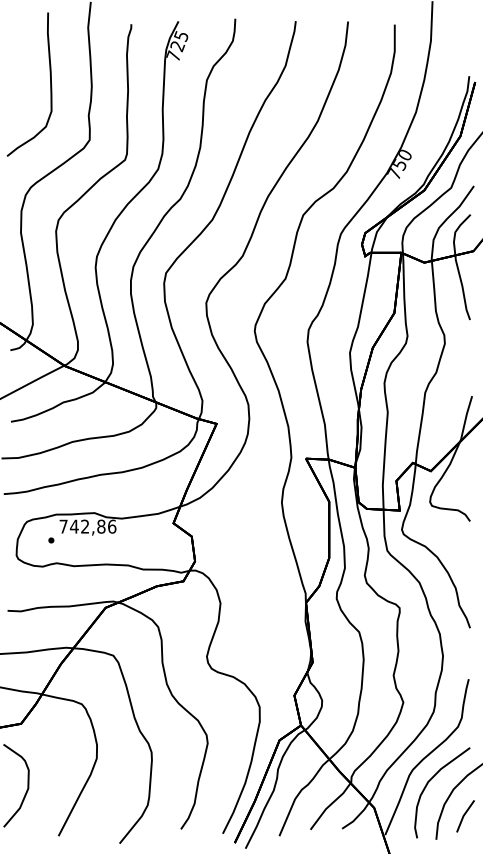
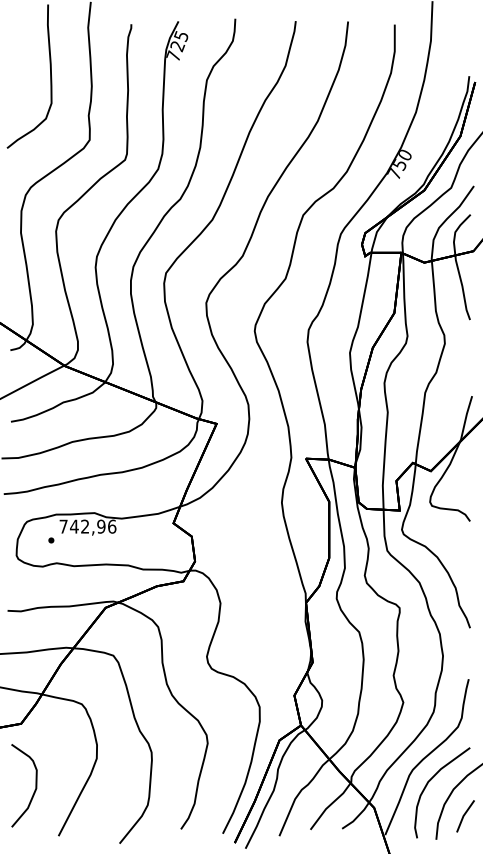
curve at (50, 84) position: (50, 84) -> (50, 76)
text at (101, 526): 742,86 -> 742,96
curve at (26, 789) position: (26, 789) -> (34, 789)
